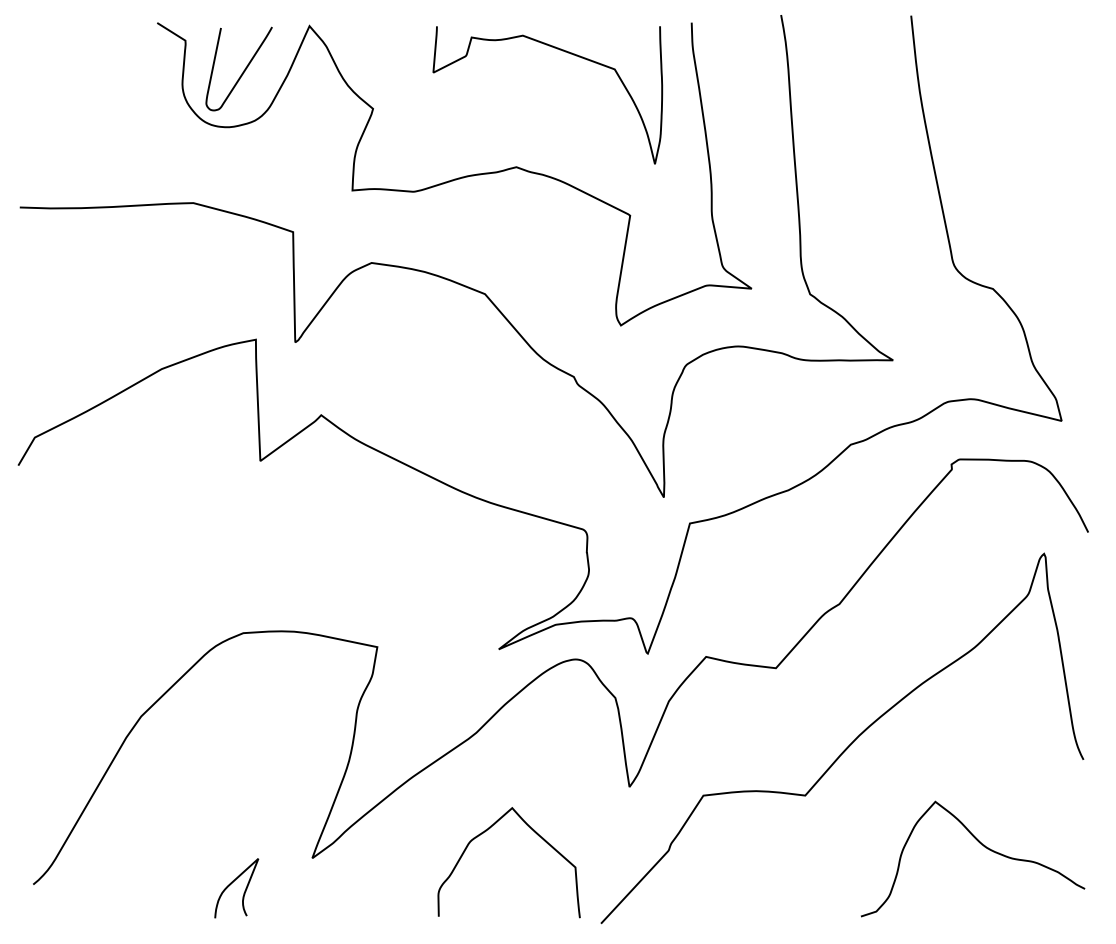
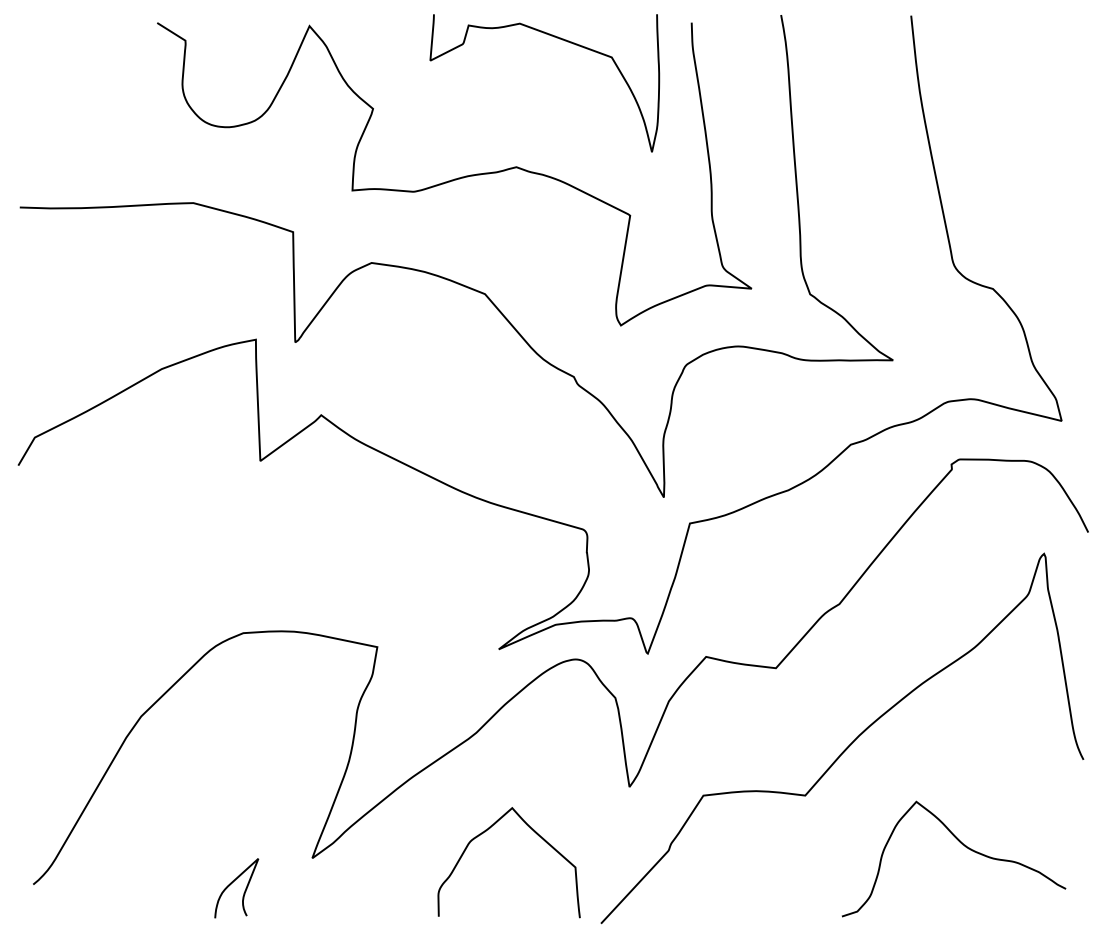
curve at (562, 51) position: (562, 51) -> (559, 39)
curve at (243, 70): present -> none
curve at (984, 847) position: (984, 847) -> (965, 847)
